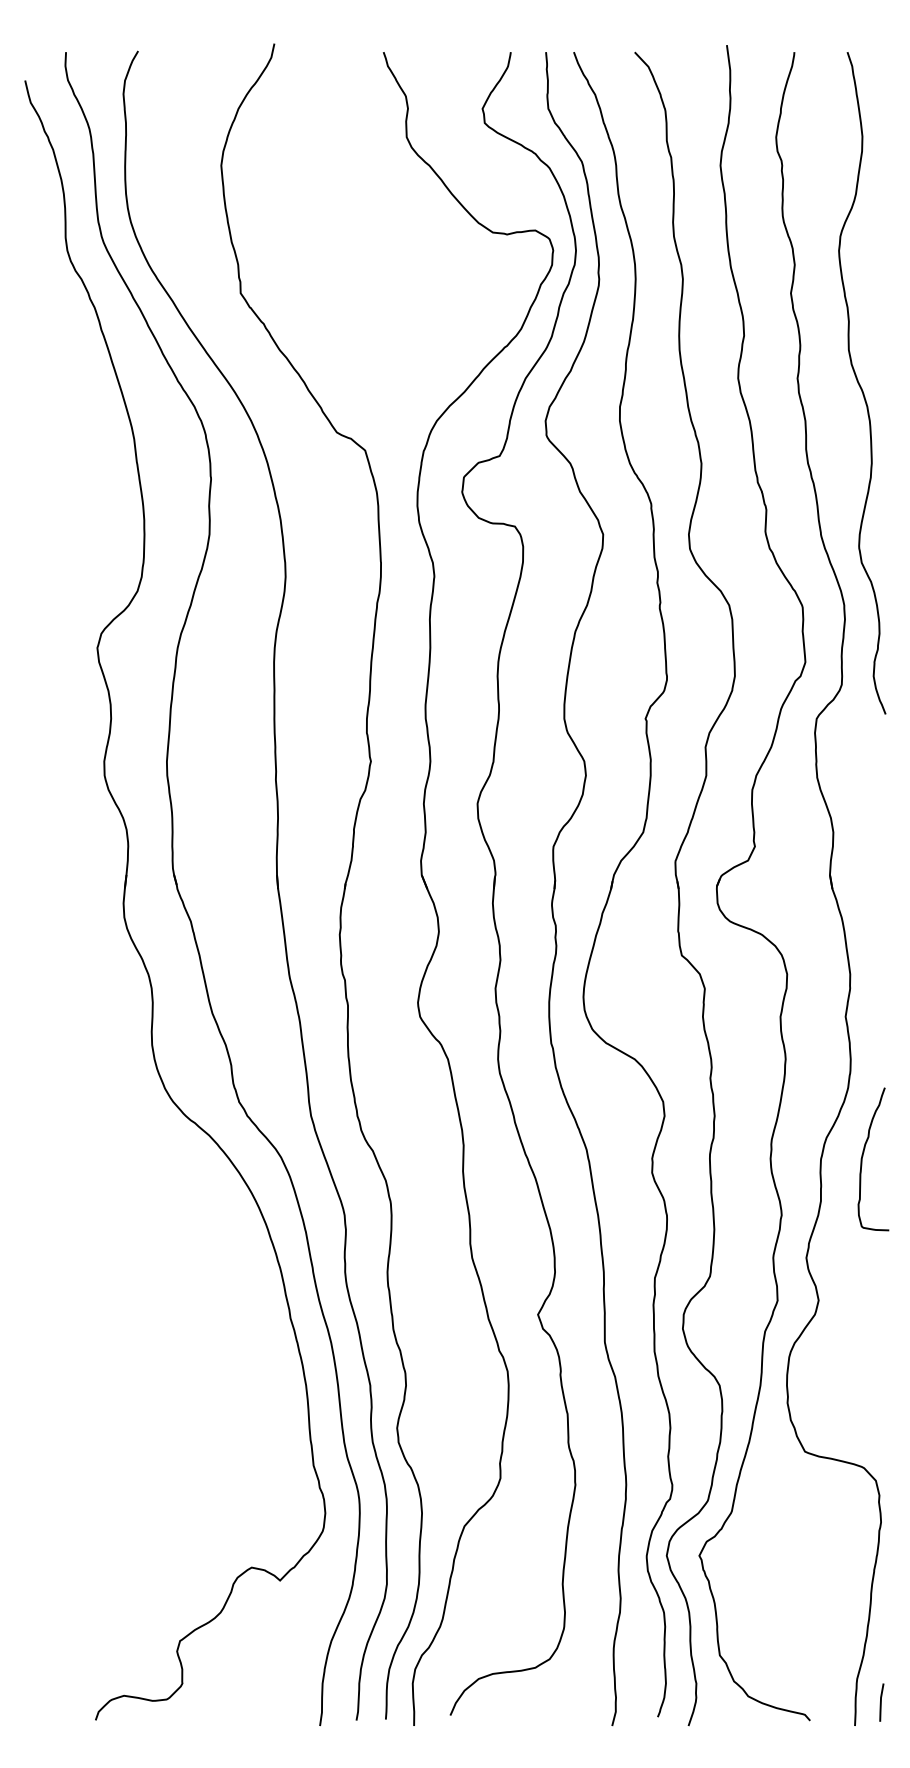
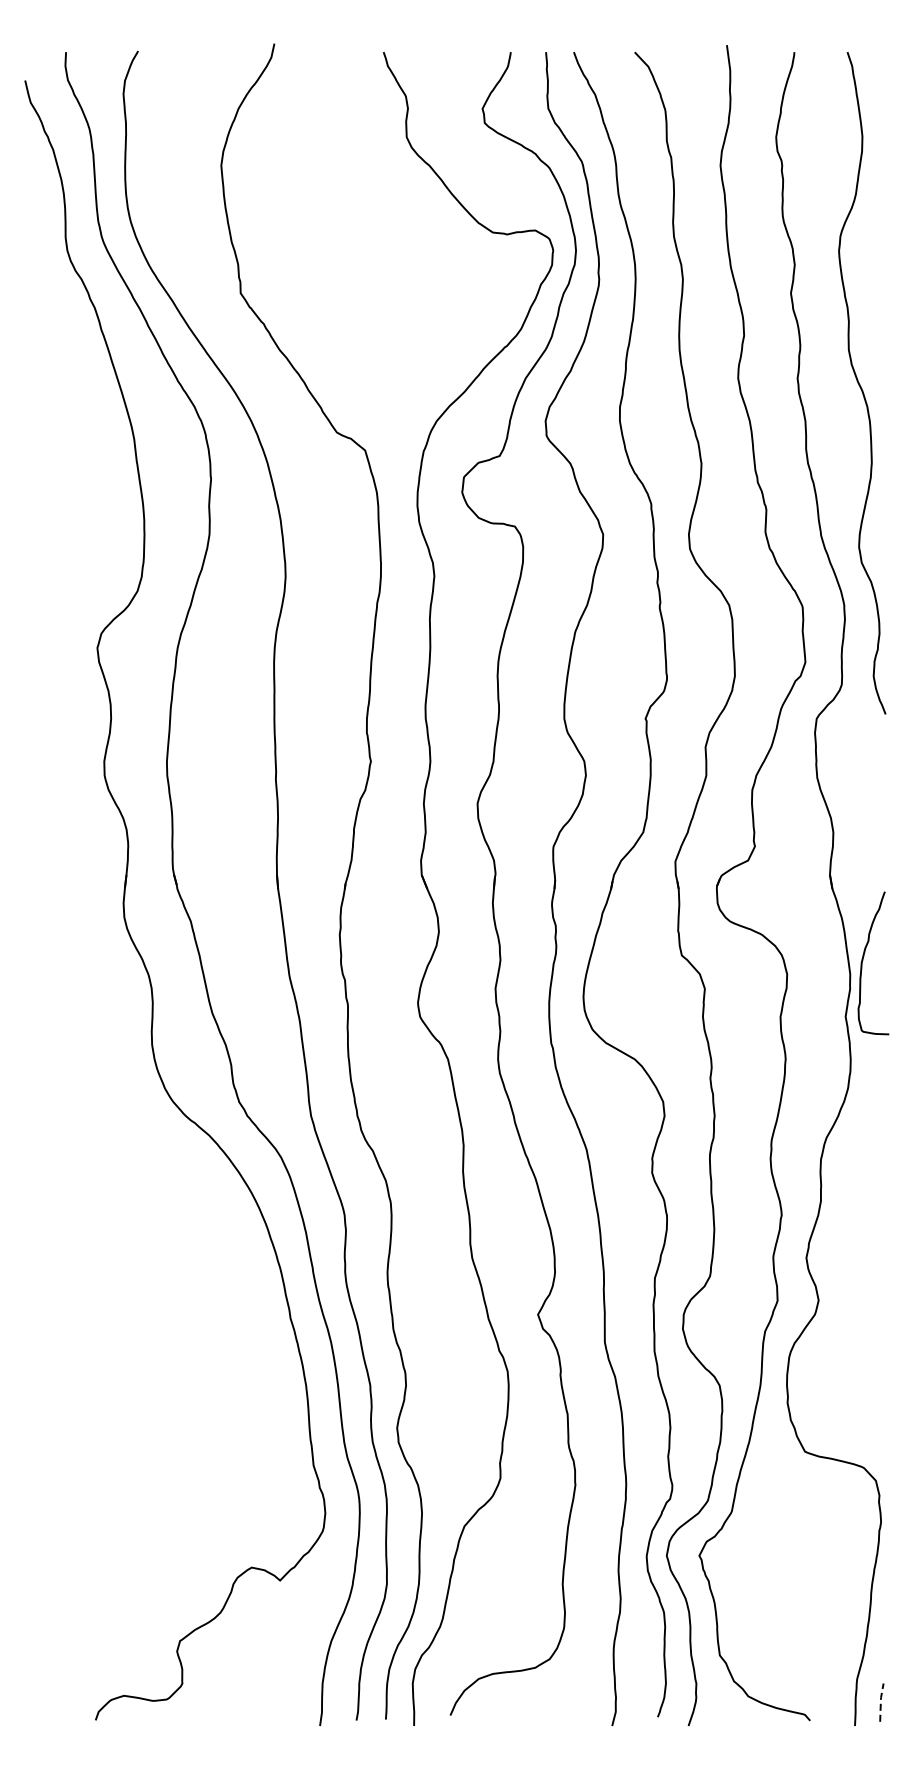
curve at (863, 1156) position: (863, 1156) -> (863, 960)
line at (880, 1702): solid -> dashed
